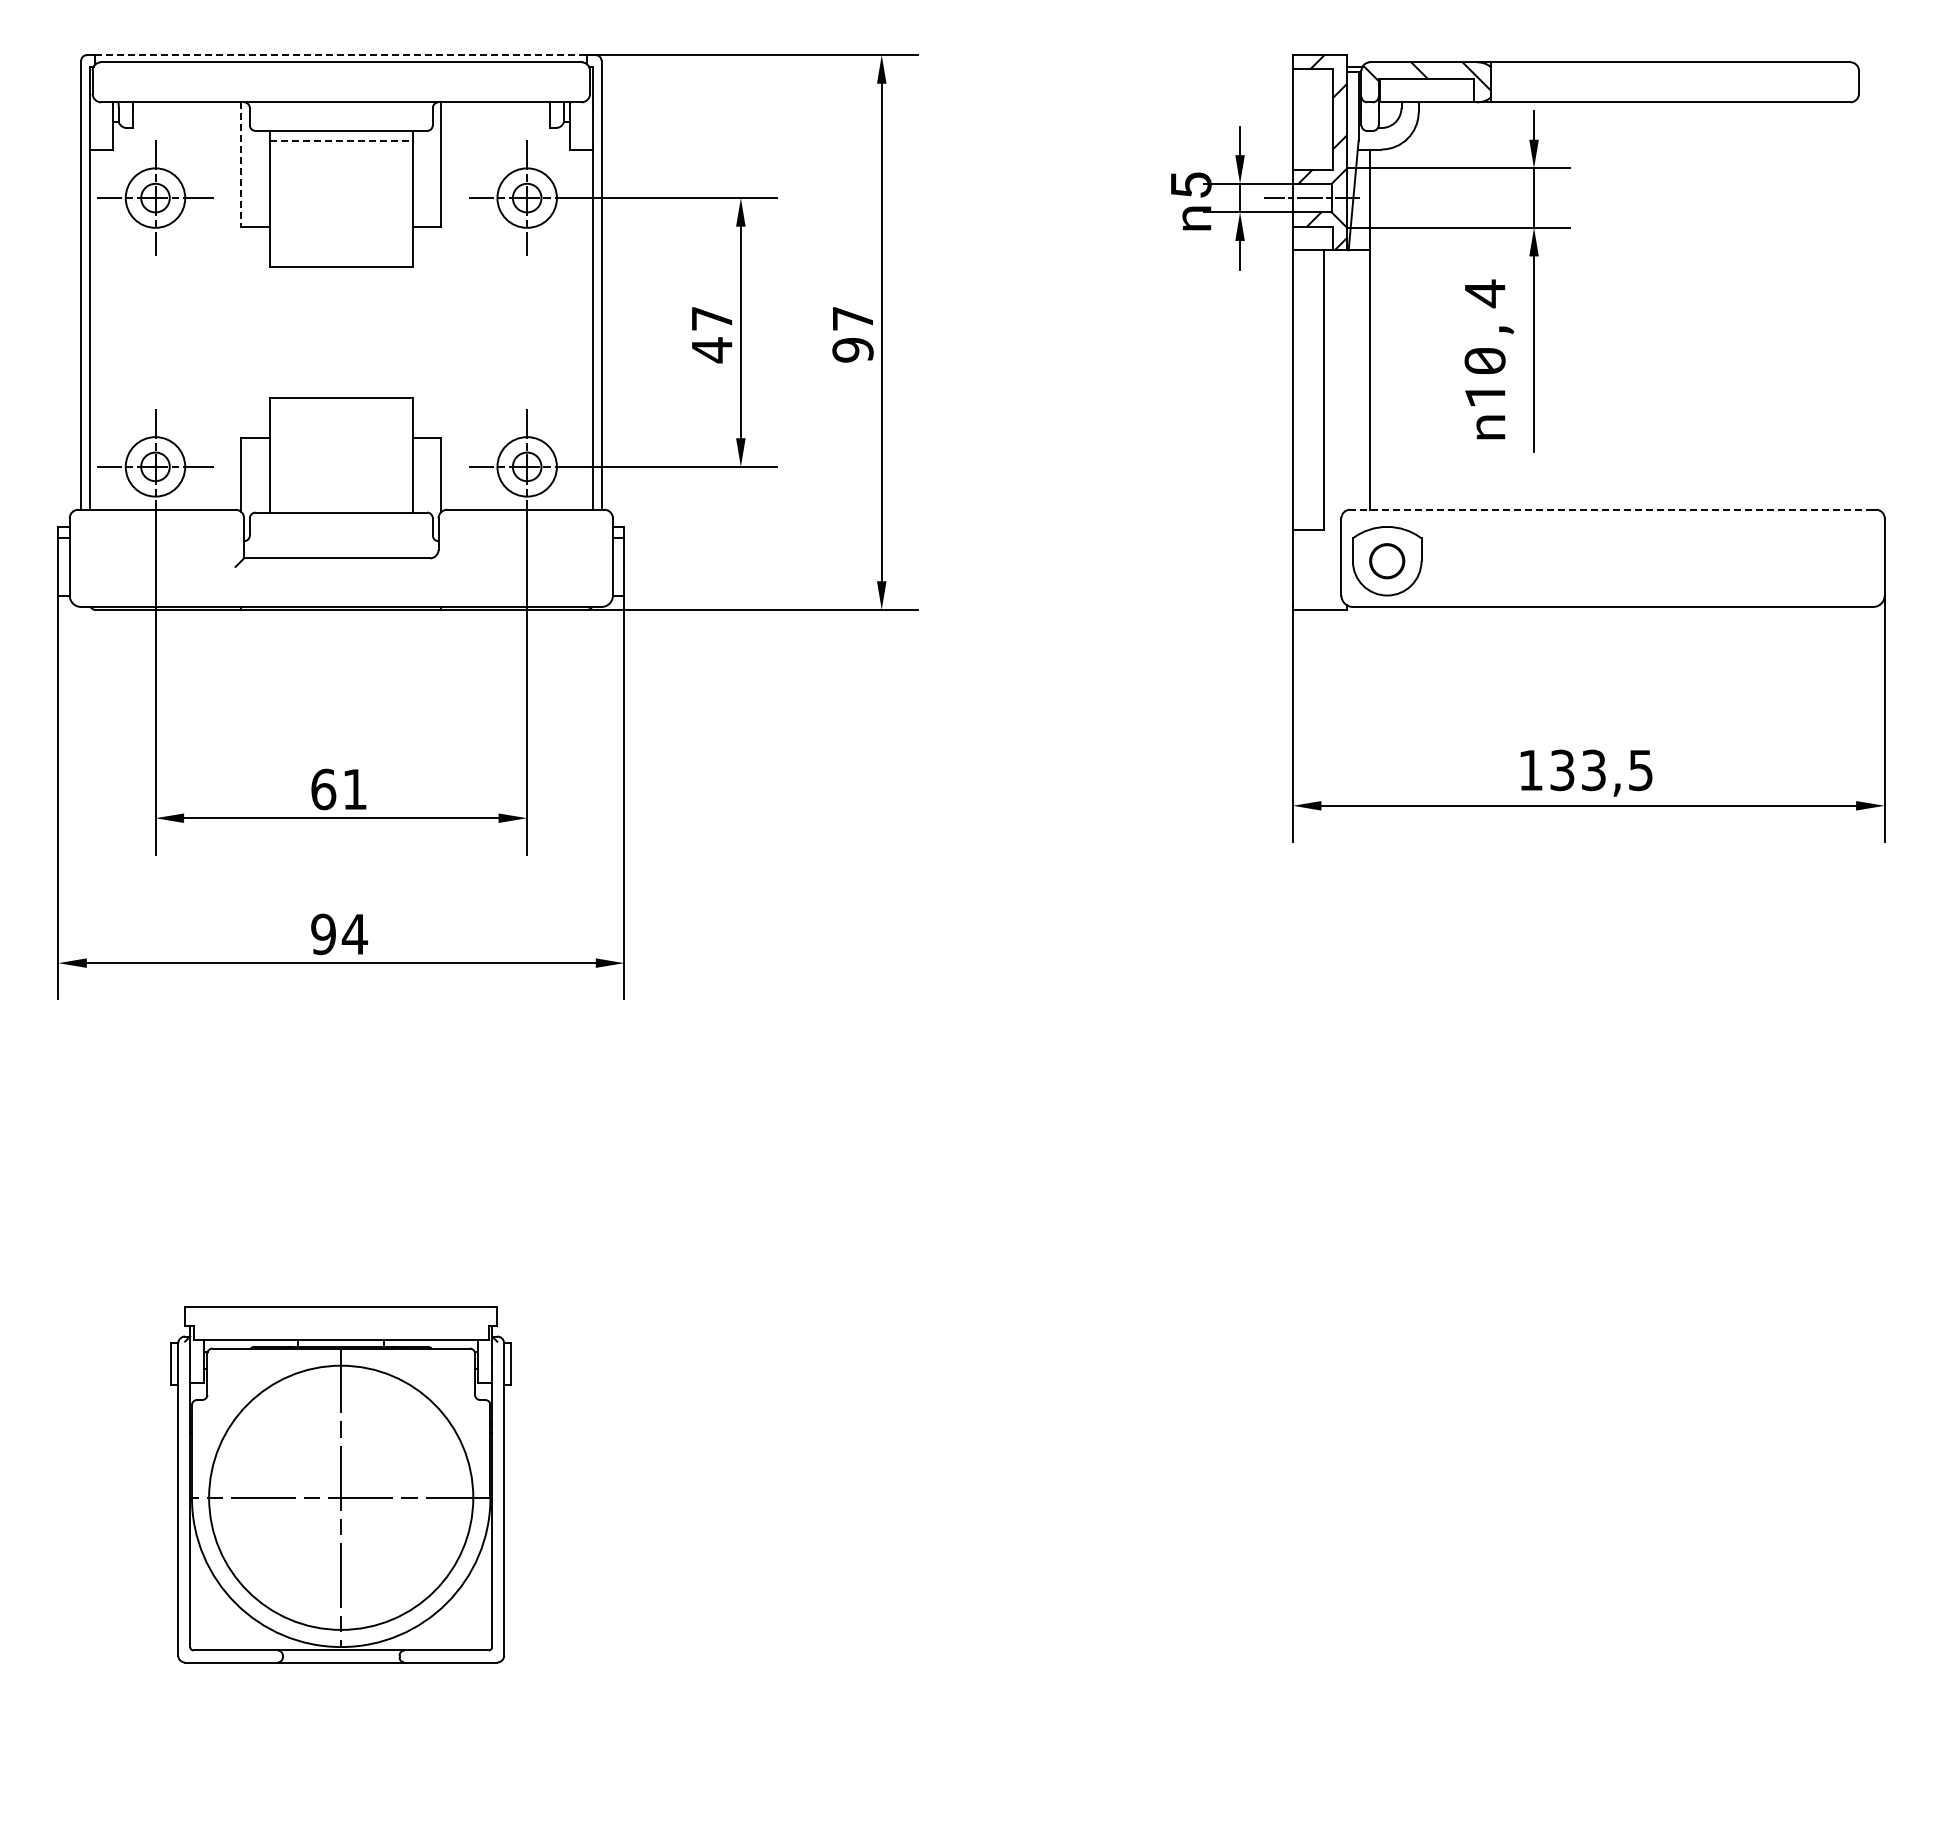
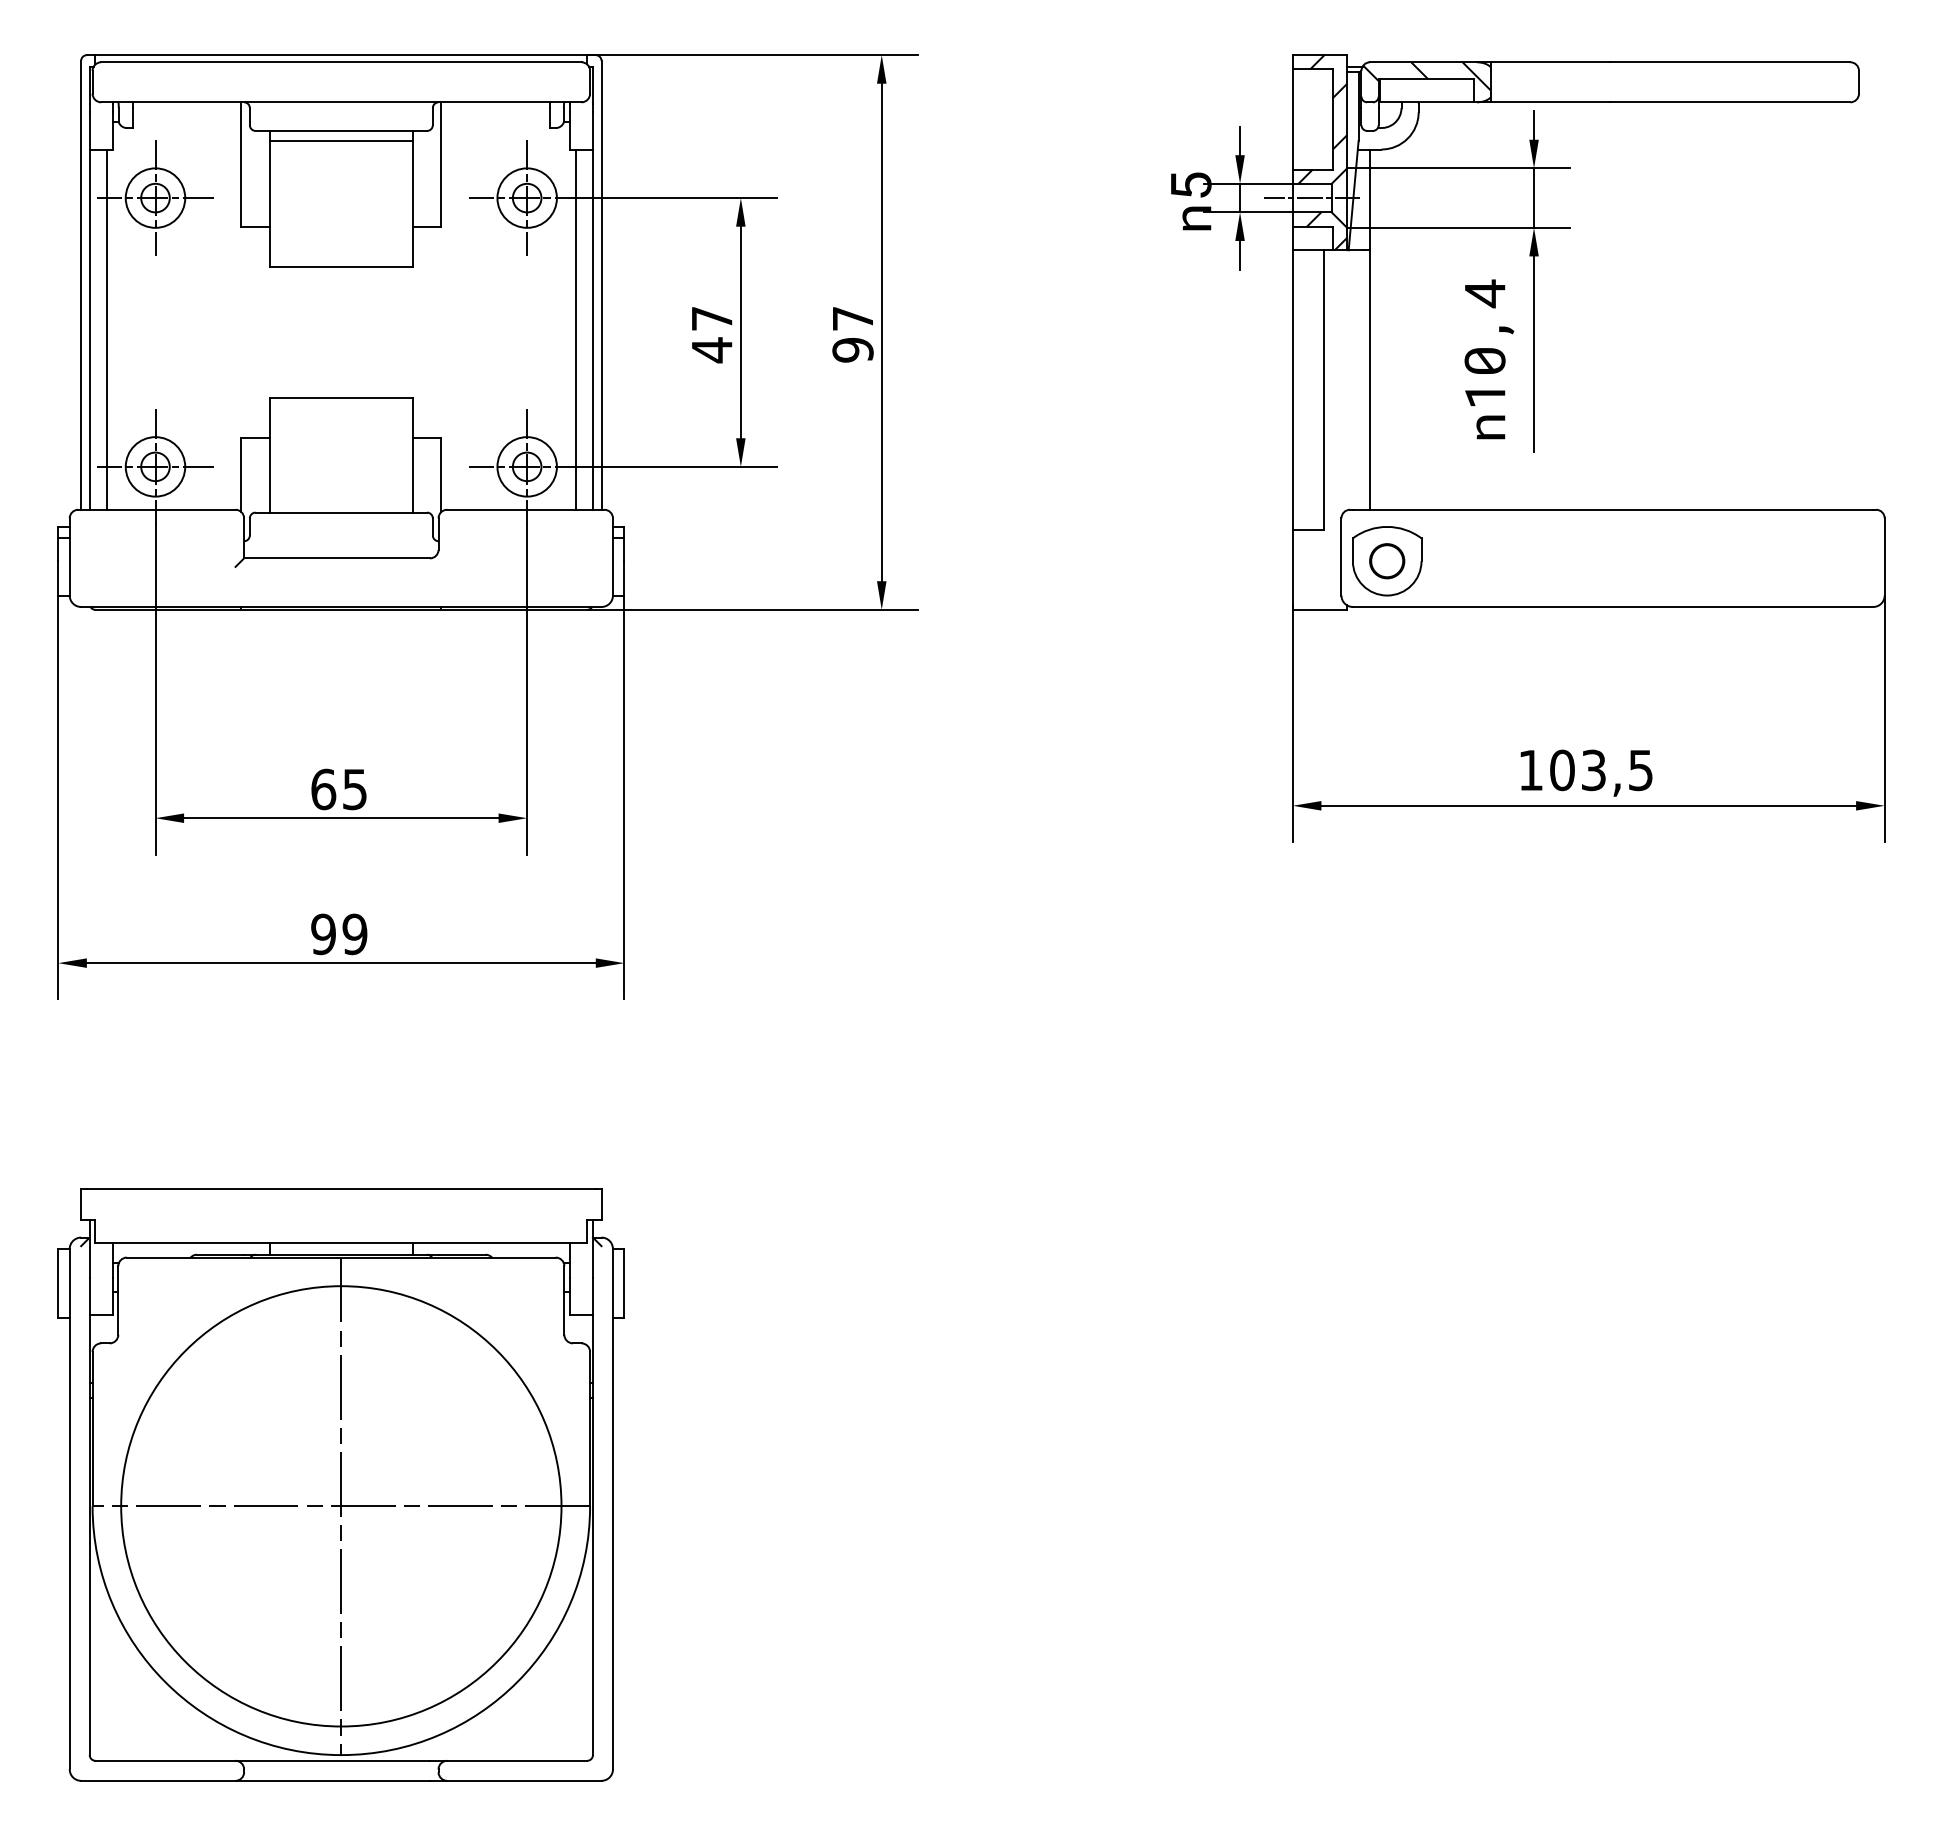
line at (341, 55): dashed -> solid
line at (341, 140): dashed -> solid
line at (241, 165): dashed -> solid
line at (106, 329): none -> present
line at (575, 329): none -> present
line at (1612, 509): dashed -> solid
text at (1562, 770): 133,5 -> 103,5
text at (354, 789): 61 -> 65
text at (354, 934): 94 -> 99
part at (340, 1484) size: 342x358 px -> 568x594 px
